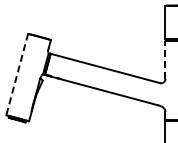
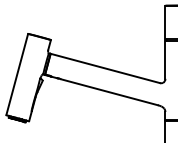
line at (165, 60): dashed -> solid
line at (17, 74): dashed -> solid
